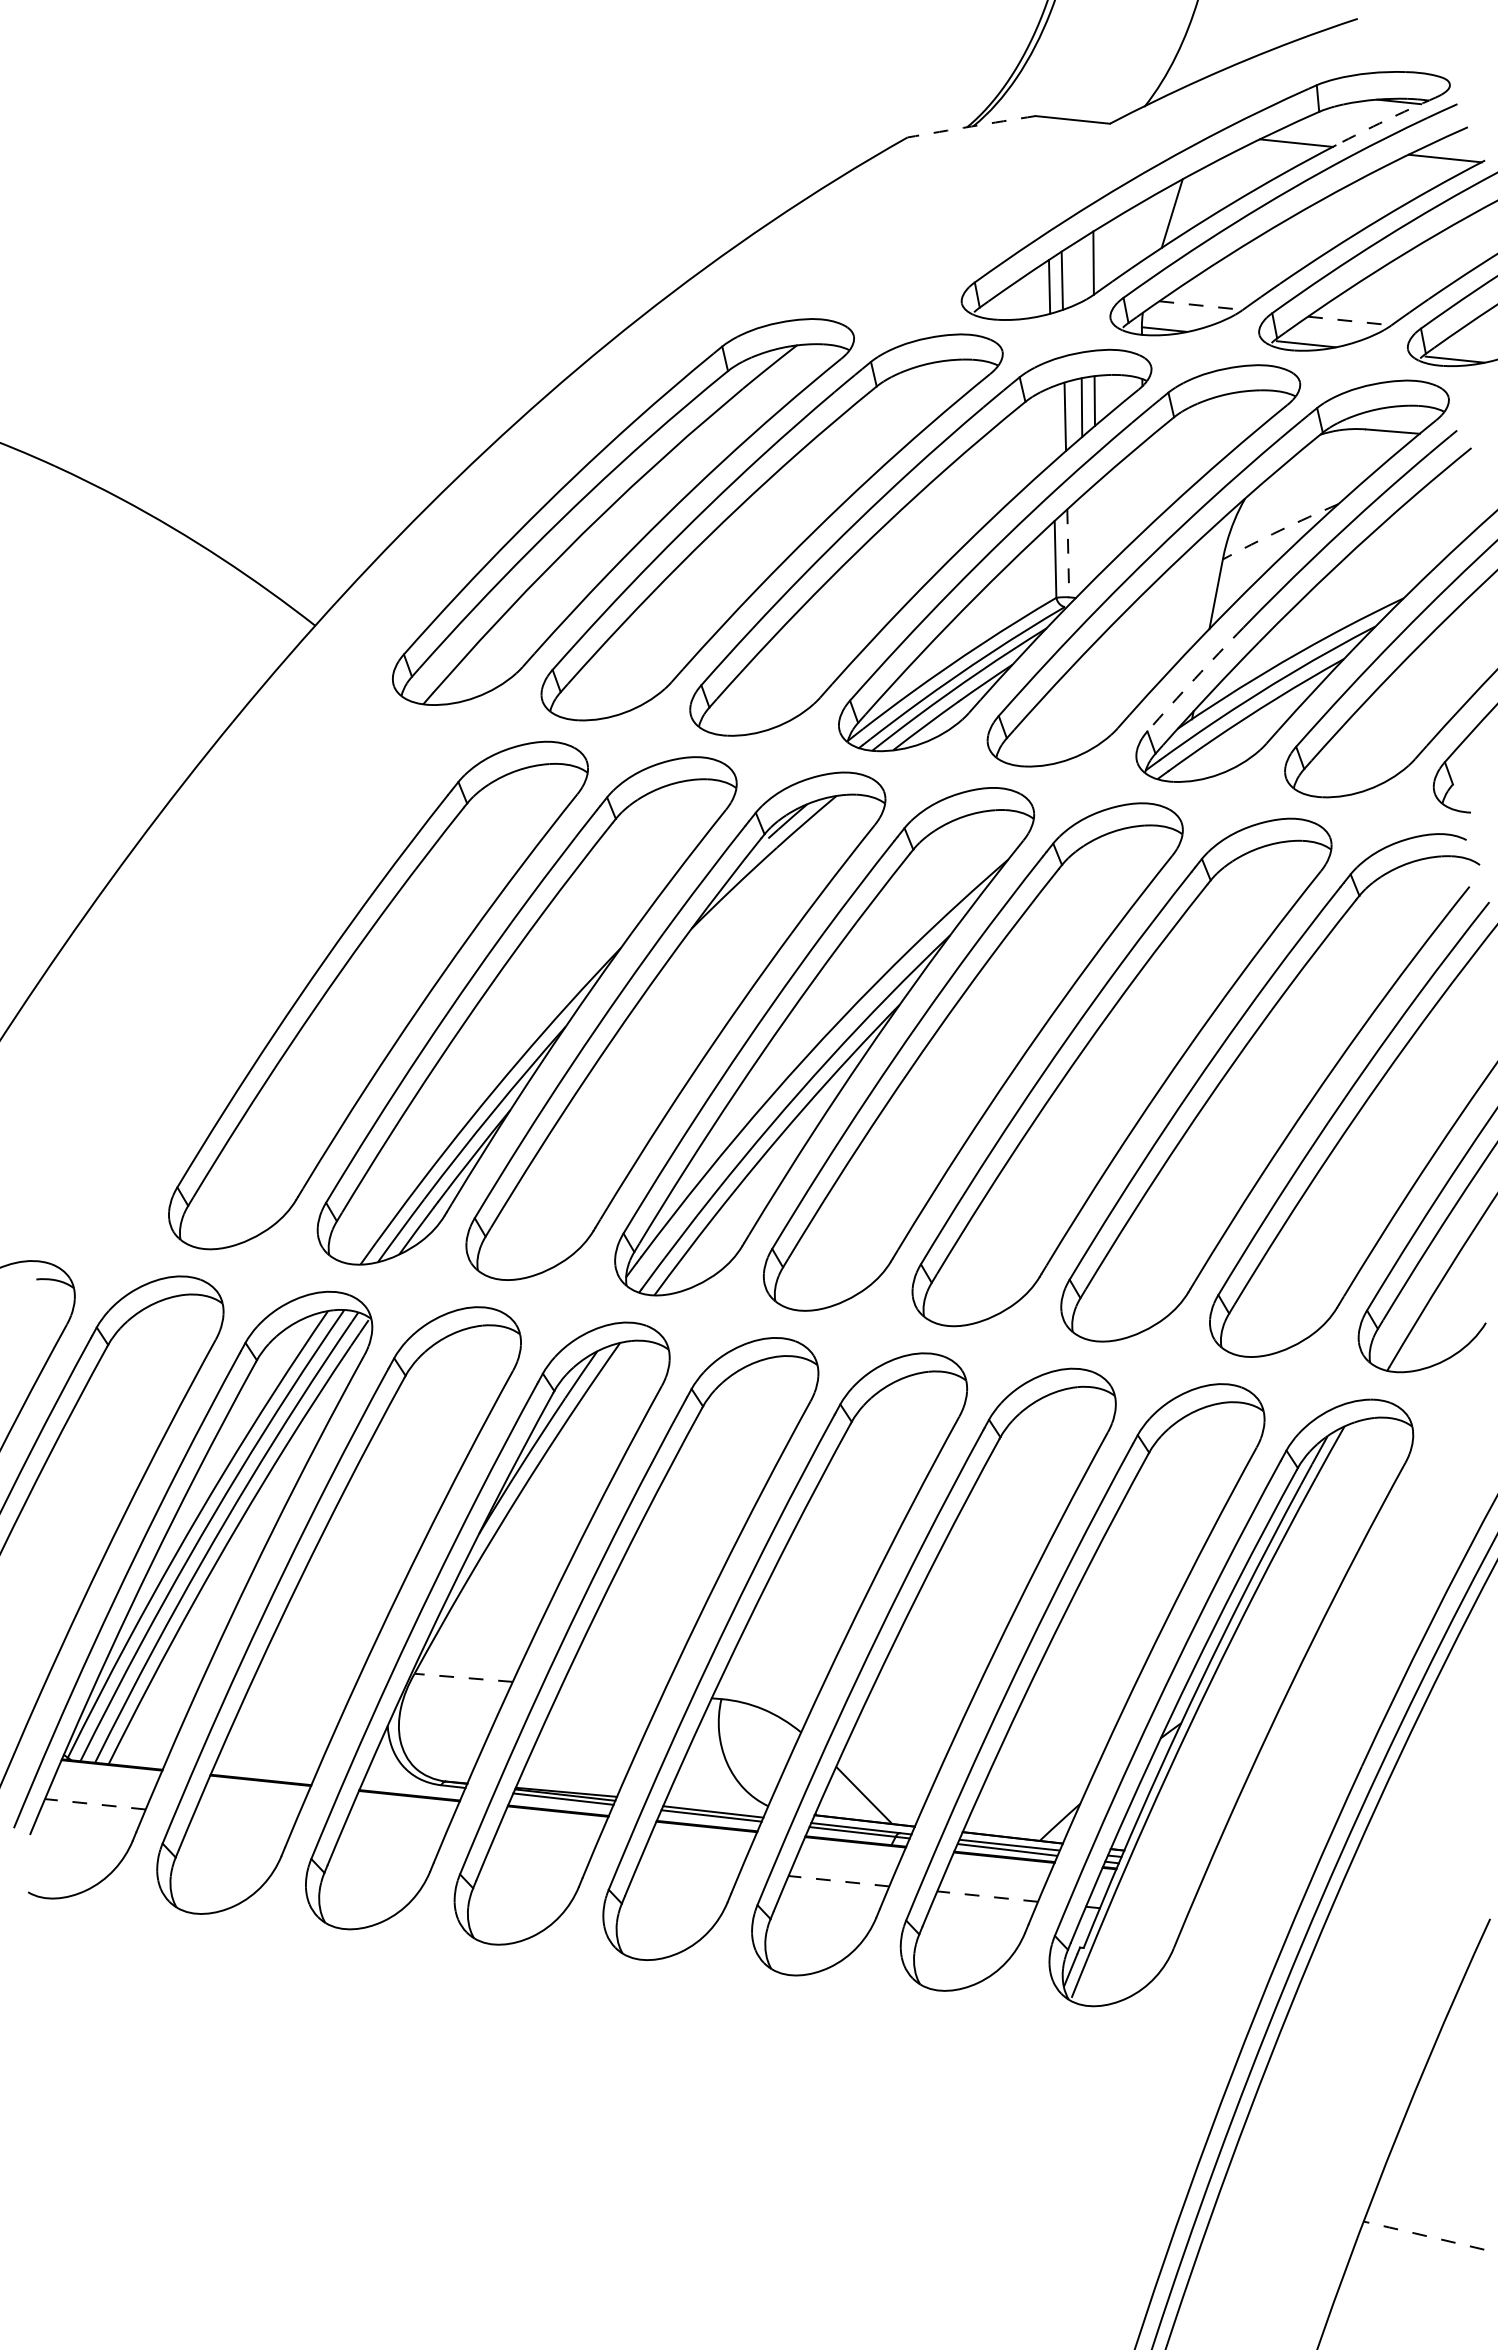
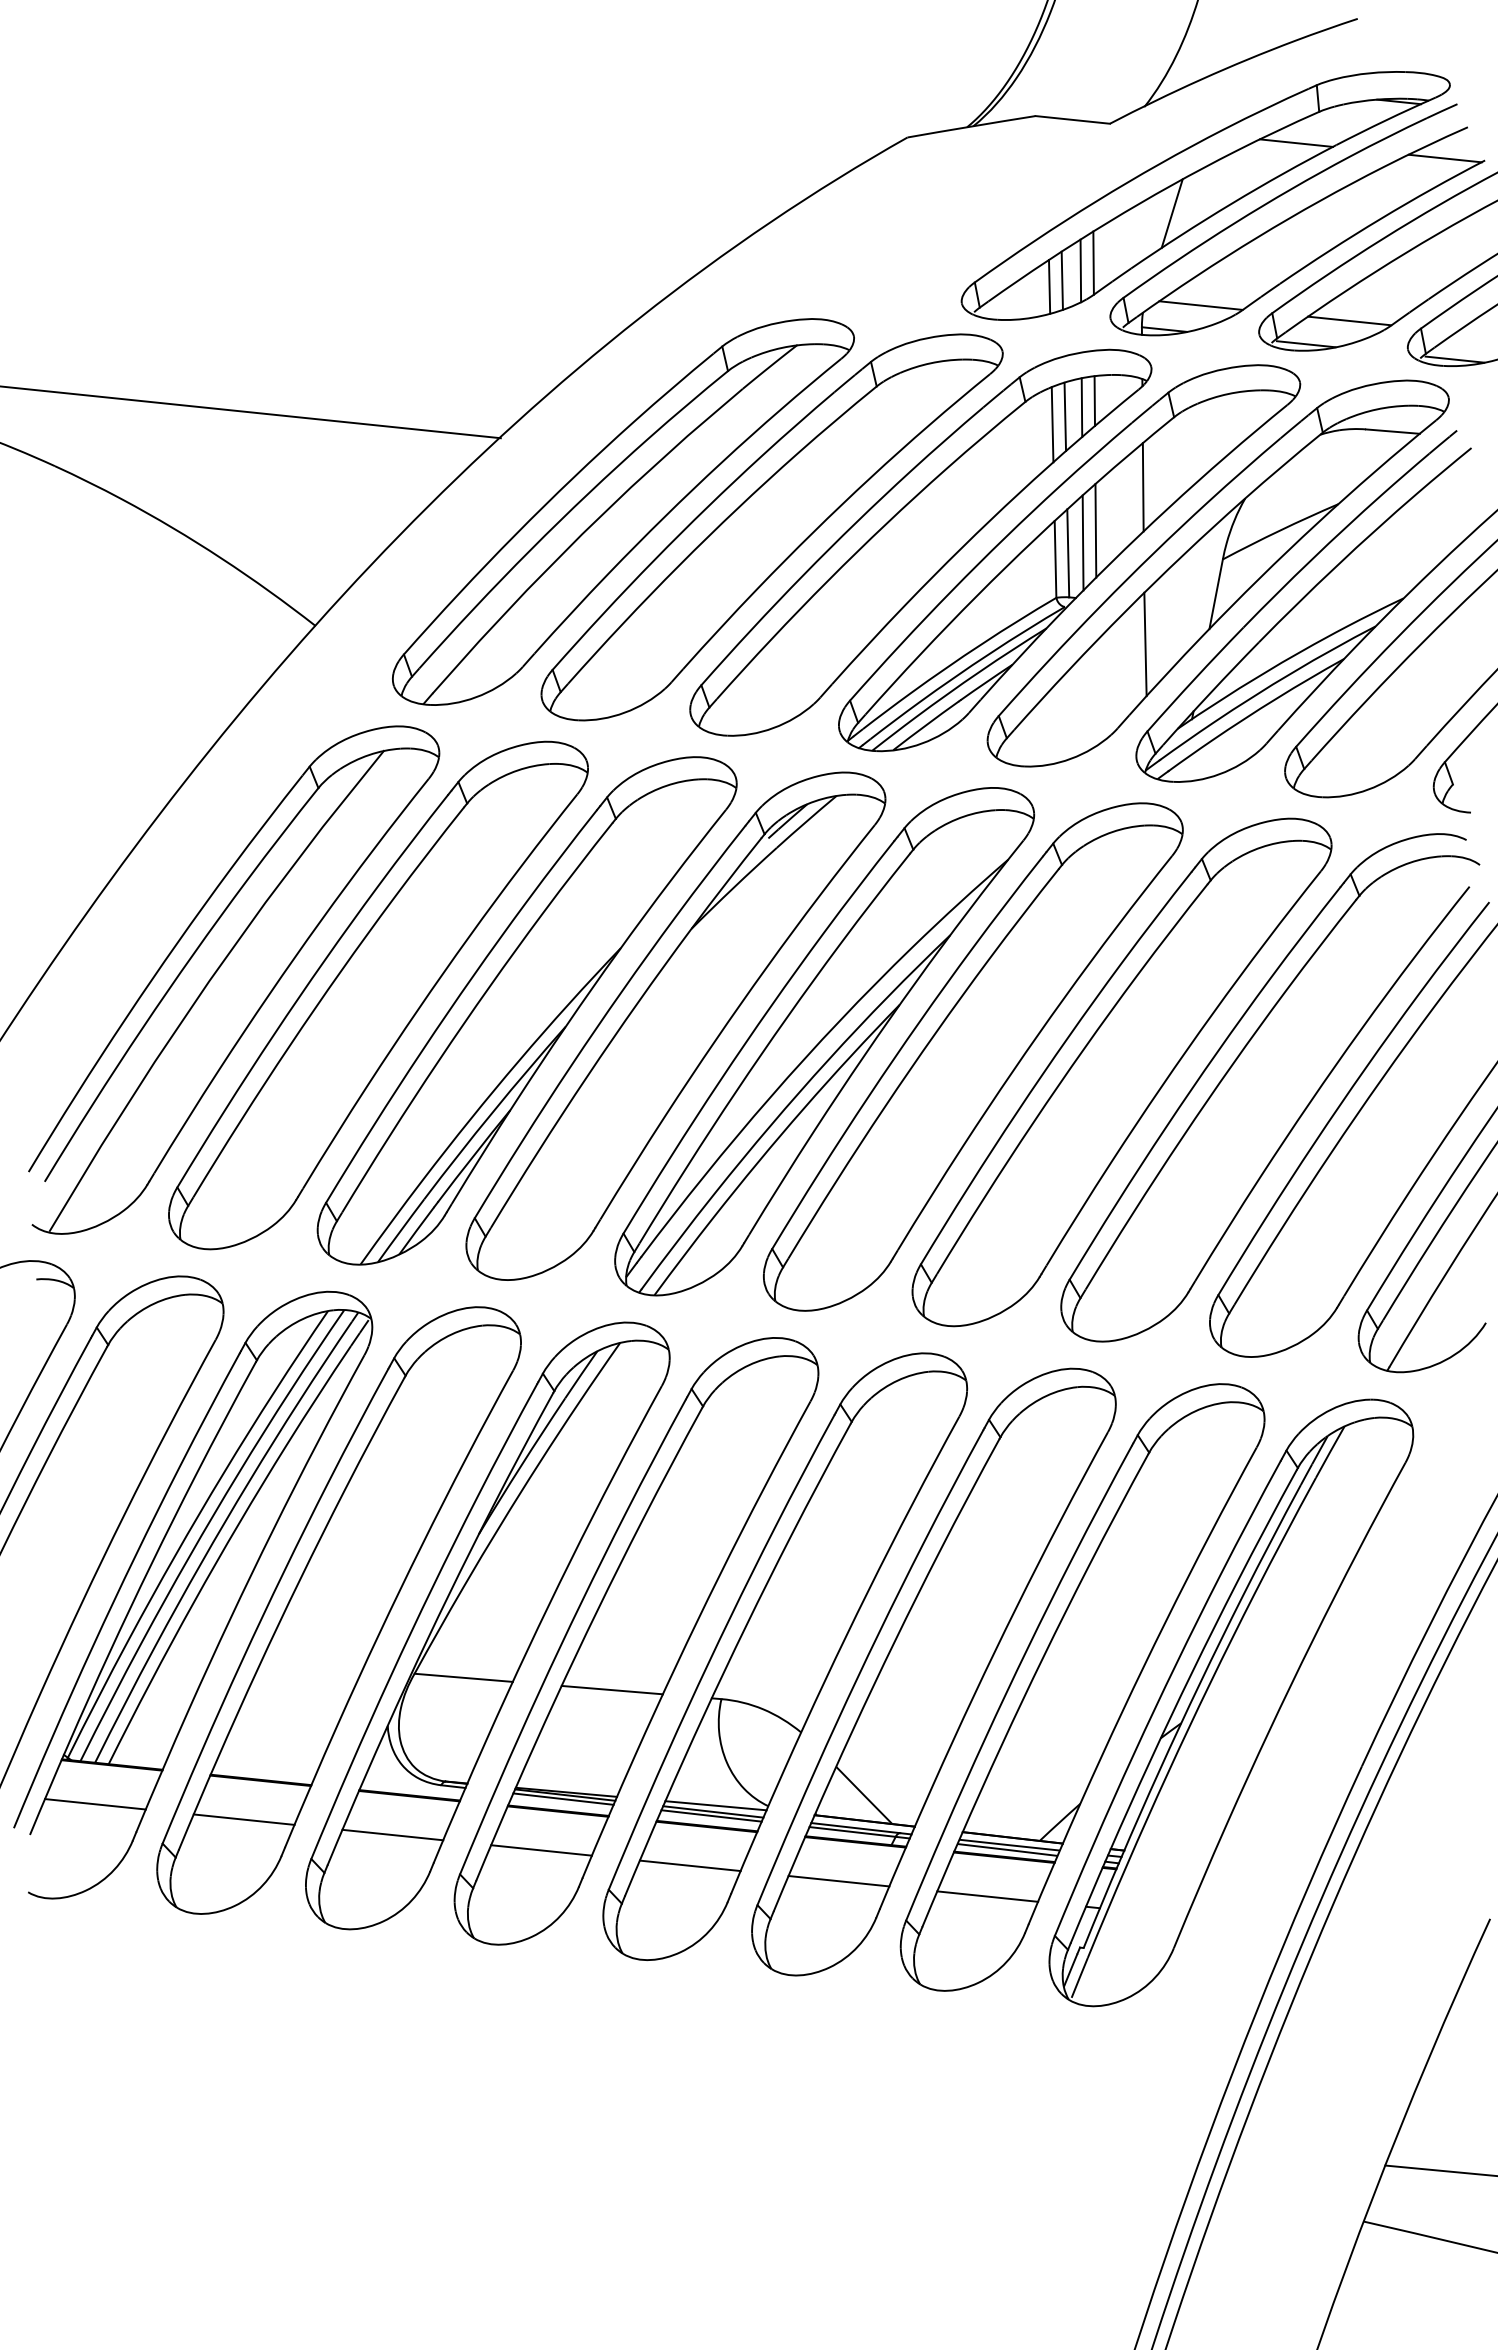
arc at (1385, 120): dashed -> solid
arc at (971, 126): dashed -> solid
line at (1080, 270): none -> present
line at (1200, 305): dashed -> solid
line at (1349, 320): dashed -> solid
line at (251, 412): none -> present
line at (1052, 424): none -> present
line at (1142, 487): none -> present
line at (1095, 530): none -> present
arc at (1280, 530): dashed -> solid
line at (1082, 542): none -> present
line at (1068, 553): dashed -> solid
line at (1145, 644): none -> present
arc at (1194, 678): dashed -> solid
part at (234, 979): none -> present
line at (463, 1677): dashed -> solid
line at (611, 1689): none -> present
line at (95, 1804): dashed -> solid
line at (715, 1805): none -> present
line at (243, 1819): none -> present
line at (392, 1834): none -> present
line at (541, 1850): none -> present
line at (689, 1865): none -> present
line at (839, 1881): dashed -> solid
line at (987, 1896): dashed -> solid
line at (1439, 2170): none -> present
arc at (1430, 2237): dashed -> solid
